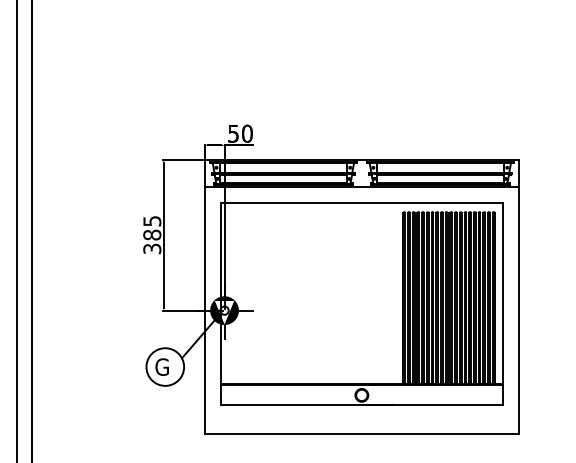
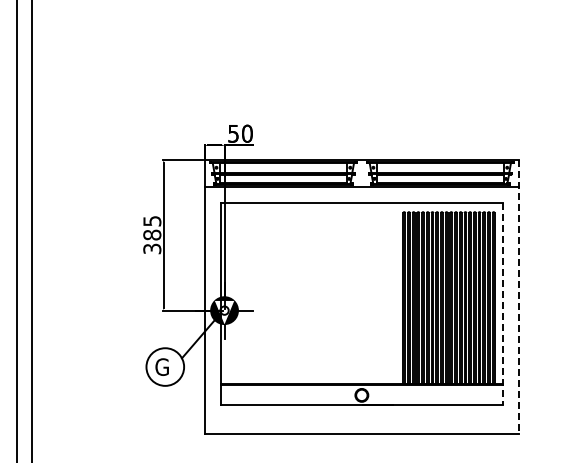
line at (518, 297): solid -> dashed
line at (503, 304): solid -> dashed
